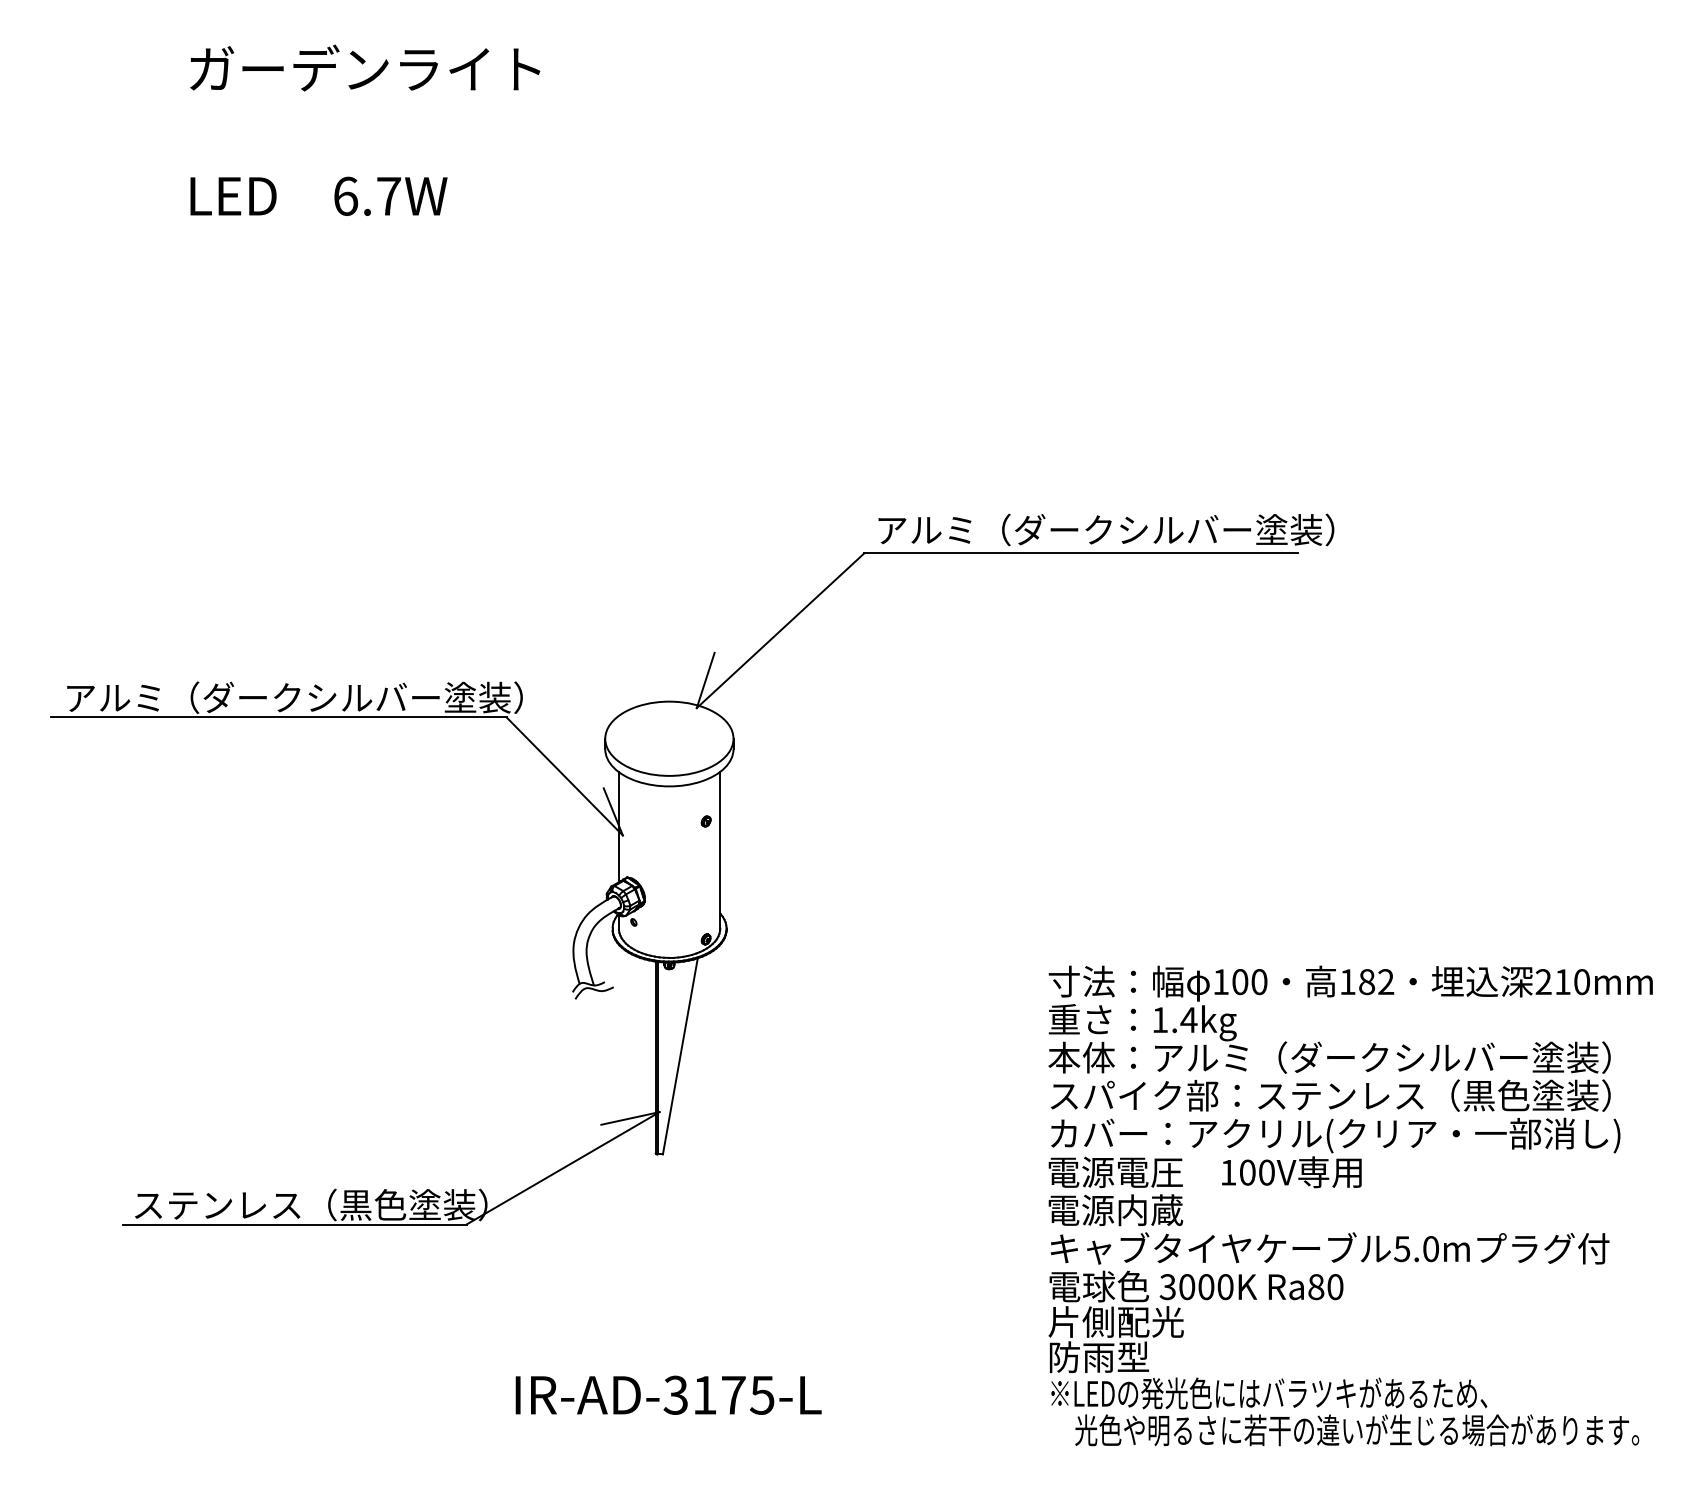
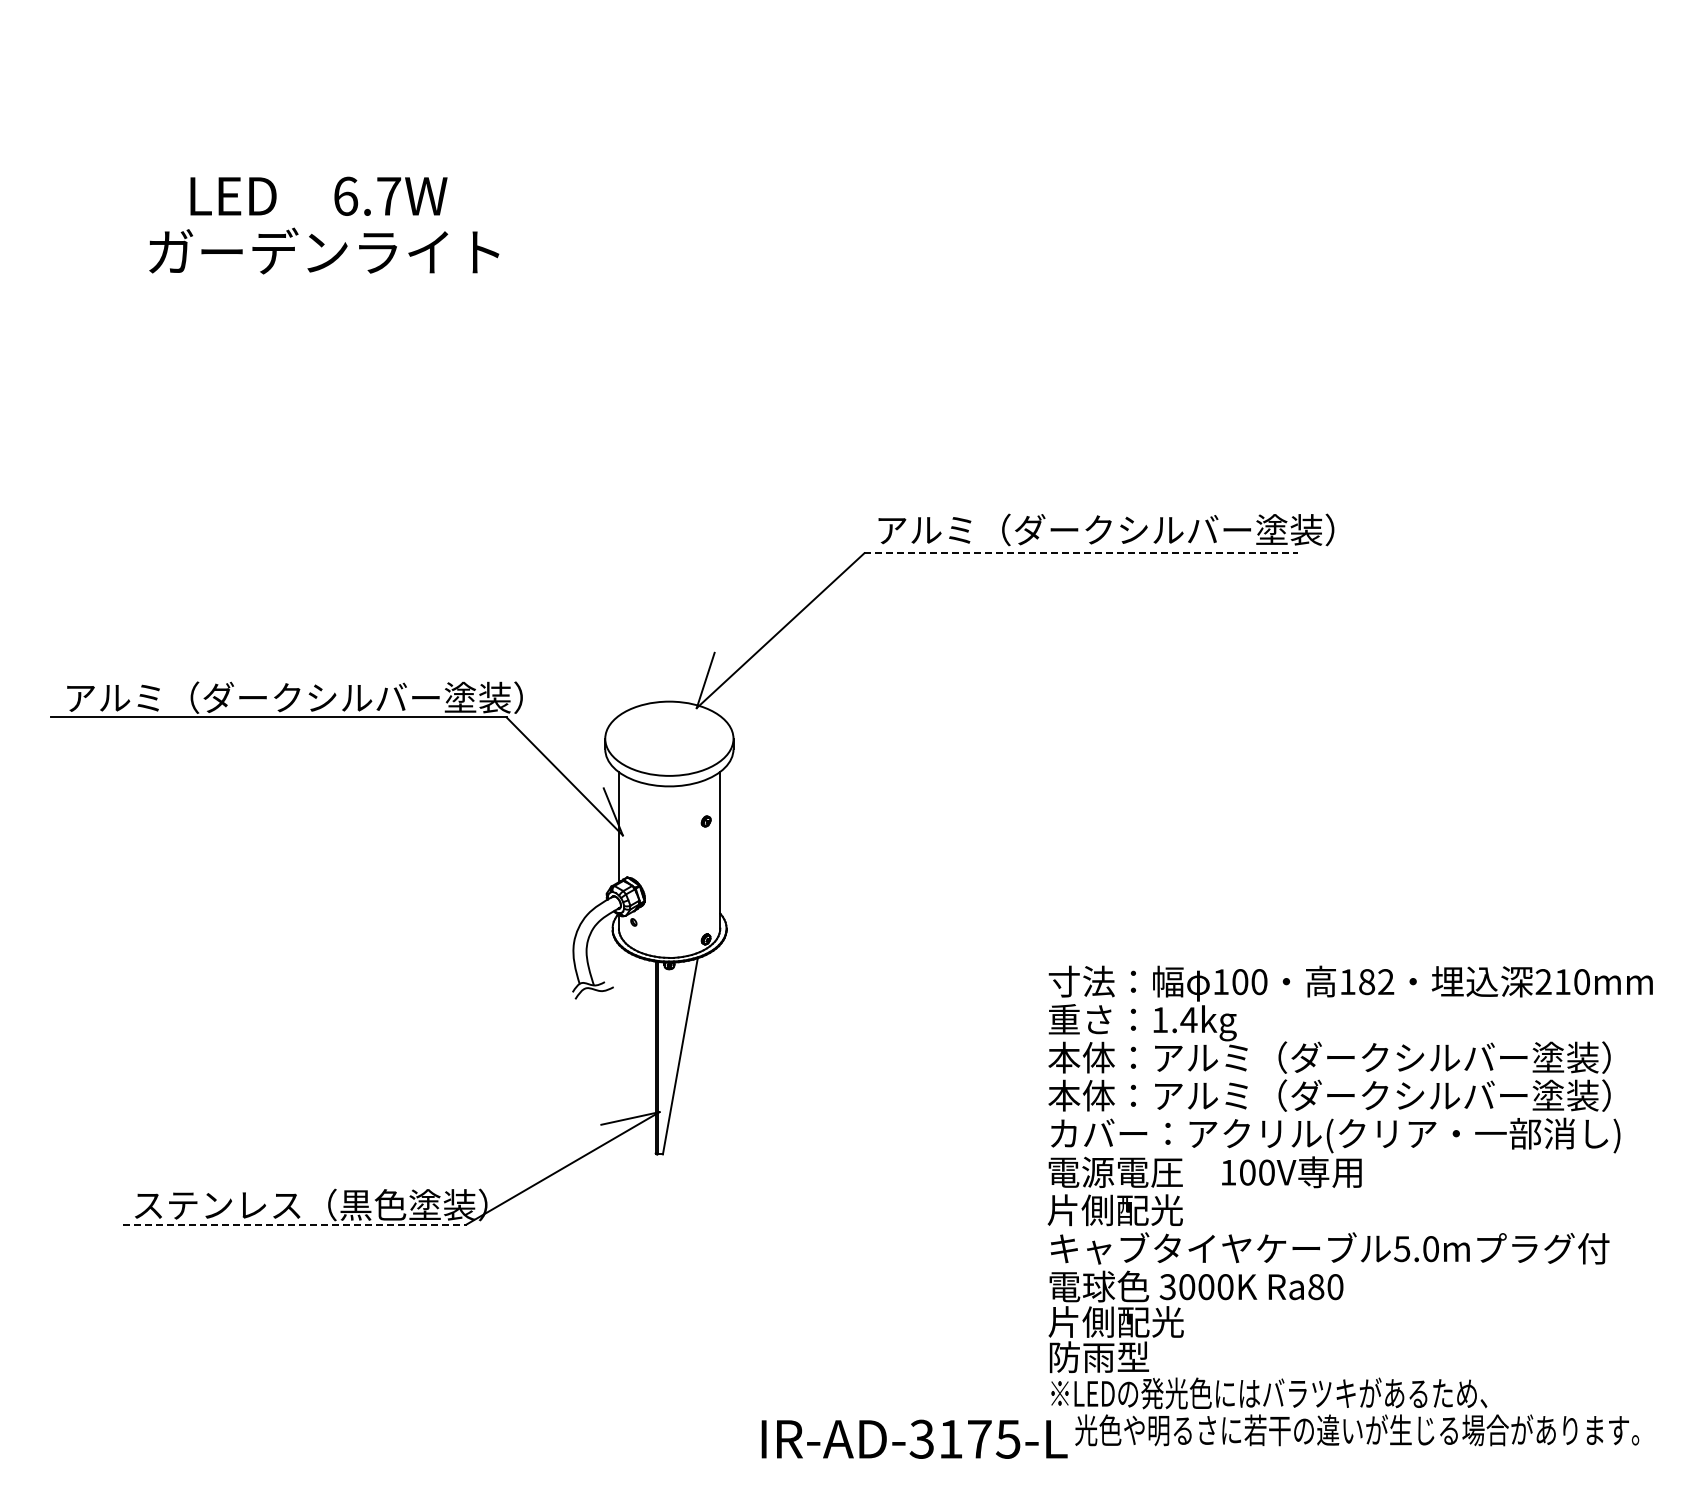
text at (365, 67) position: (365, 67) -> (324, 250)
line at (1081, 553): solid -> dashed
text at (1288, 1095): スパイク部：ステンレス（黒色塗装） -> 本体：アルミ（ダークシルバー塗装）
text at (1115, 1210): 電源内蔵 -> 片側配光
line at (294, 1224): solid -> dashed
text at (668, 1394) position: (668, 1394) -> (914, 1438)
